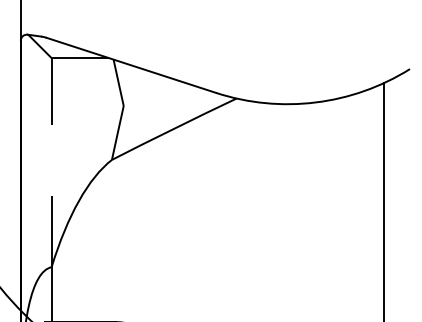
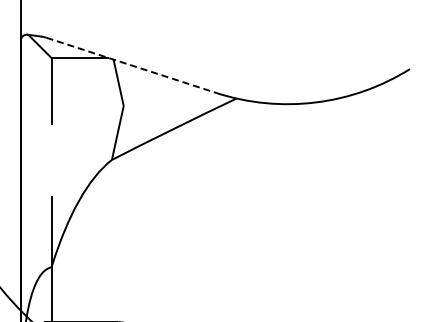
line at (131, 65): solid -> dashed
line at (384, 200): present -> none
